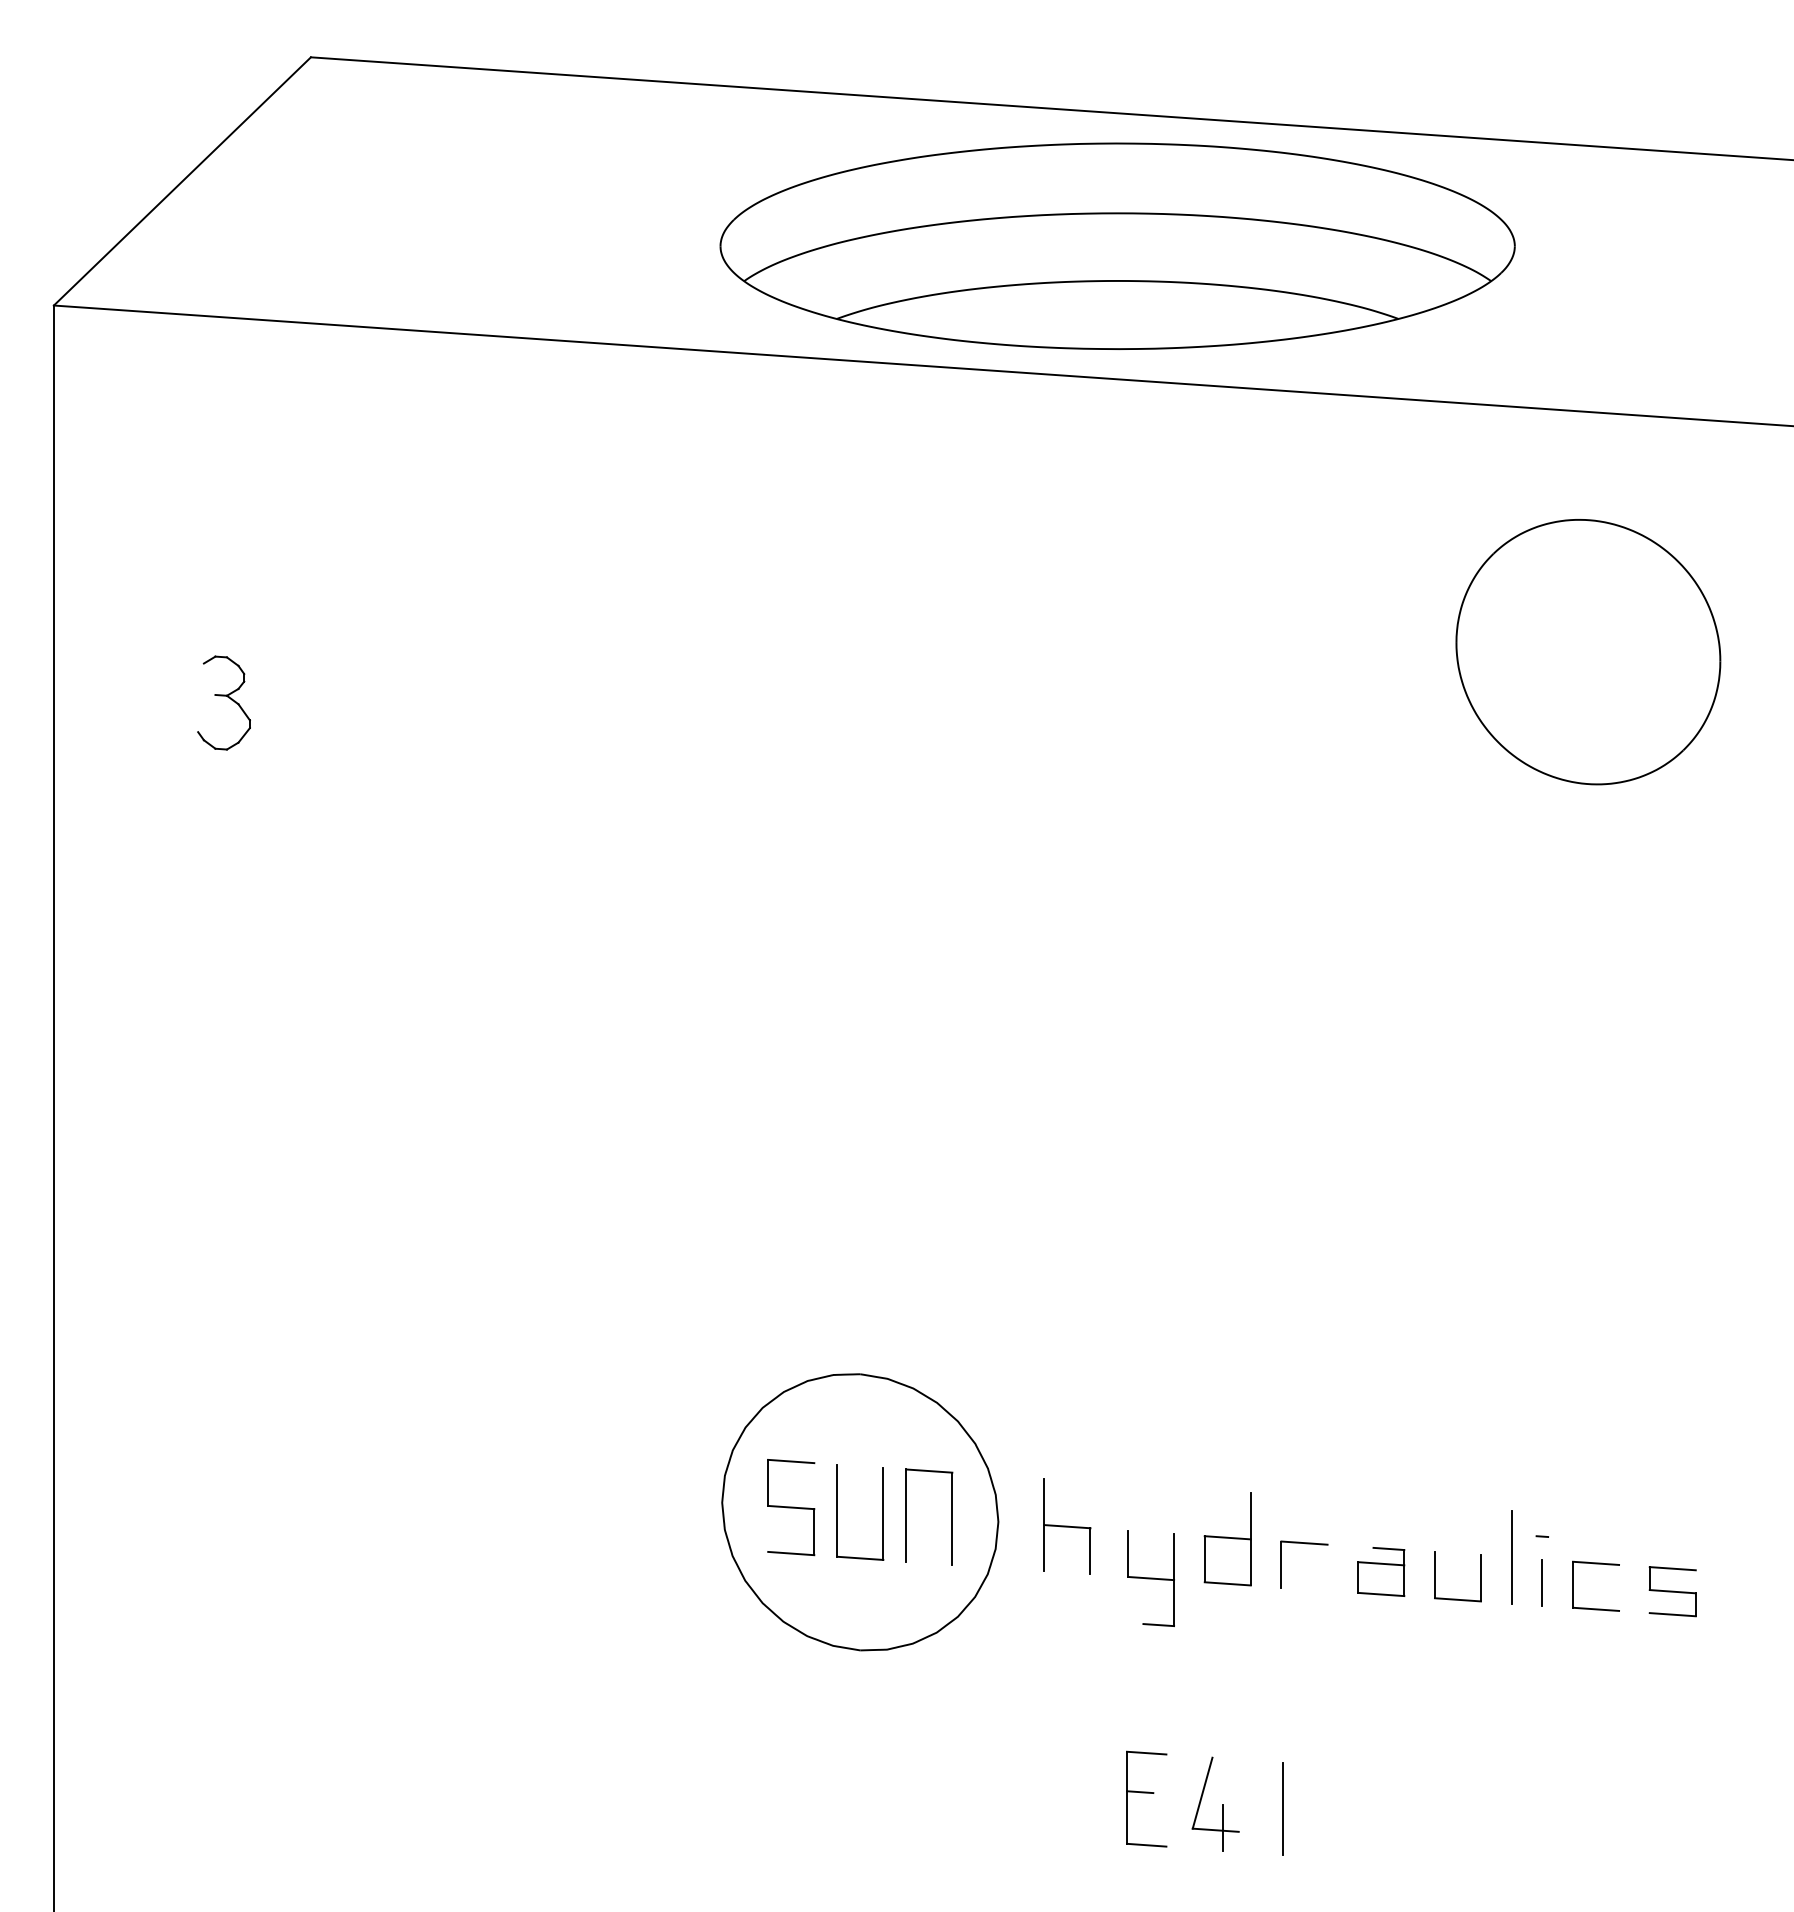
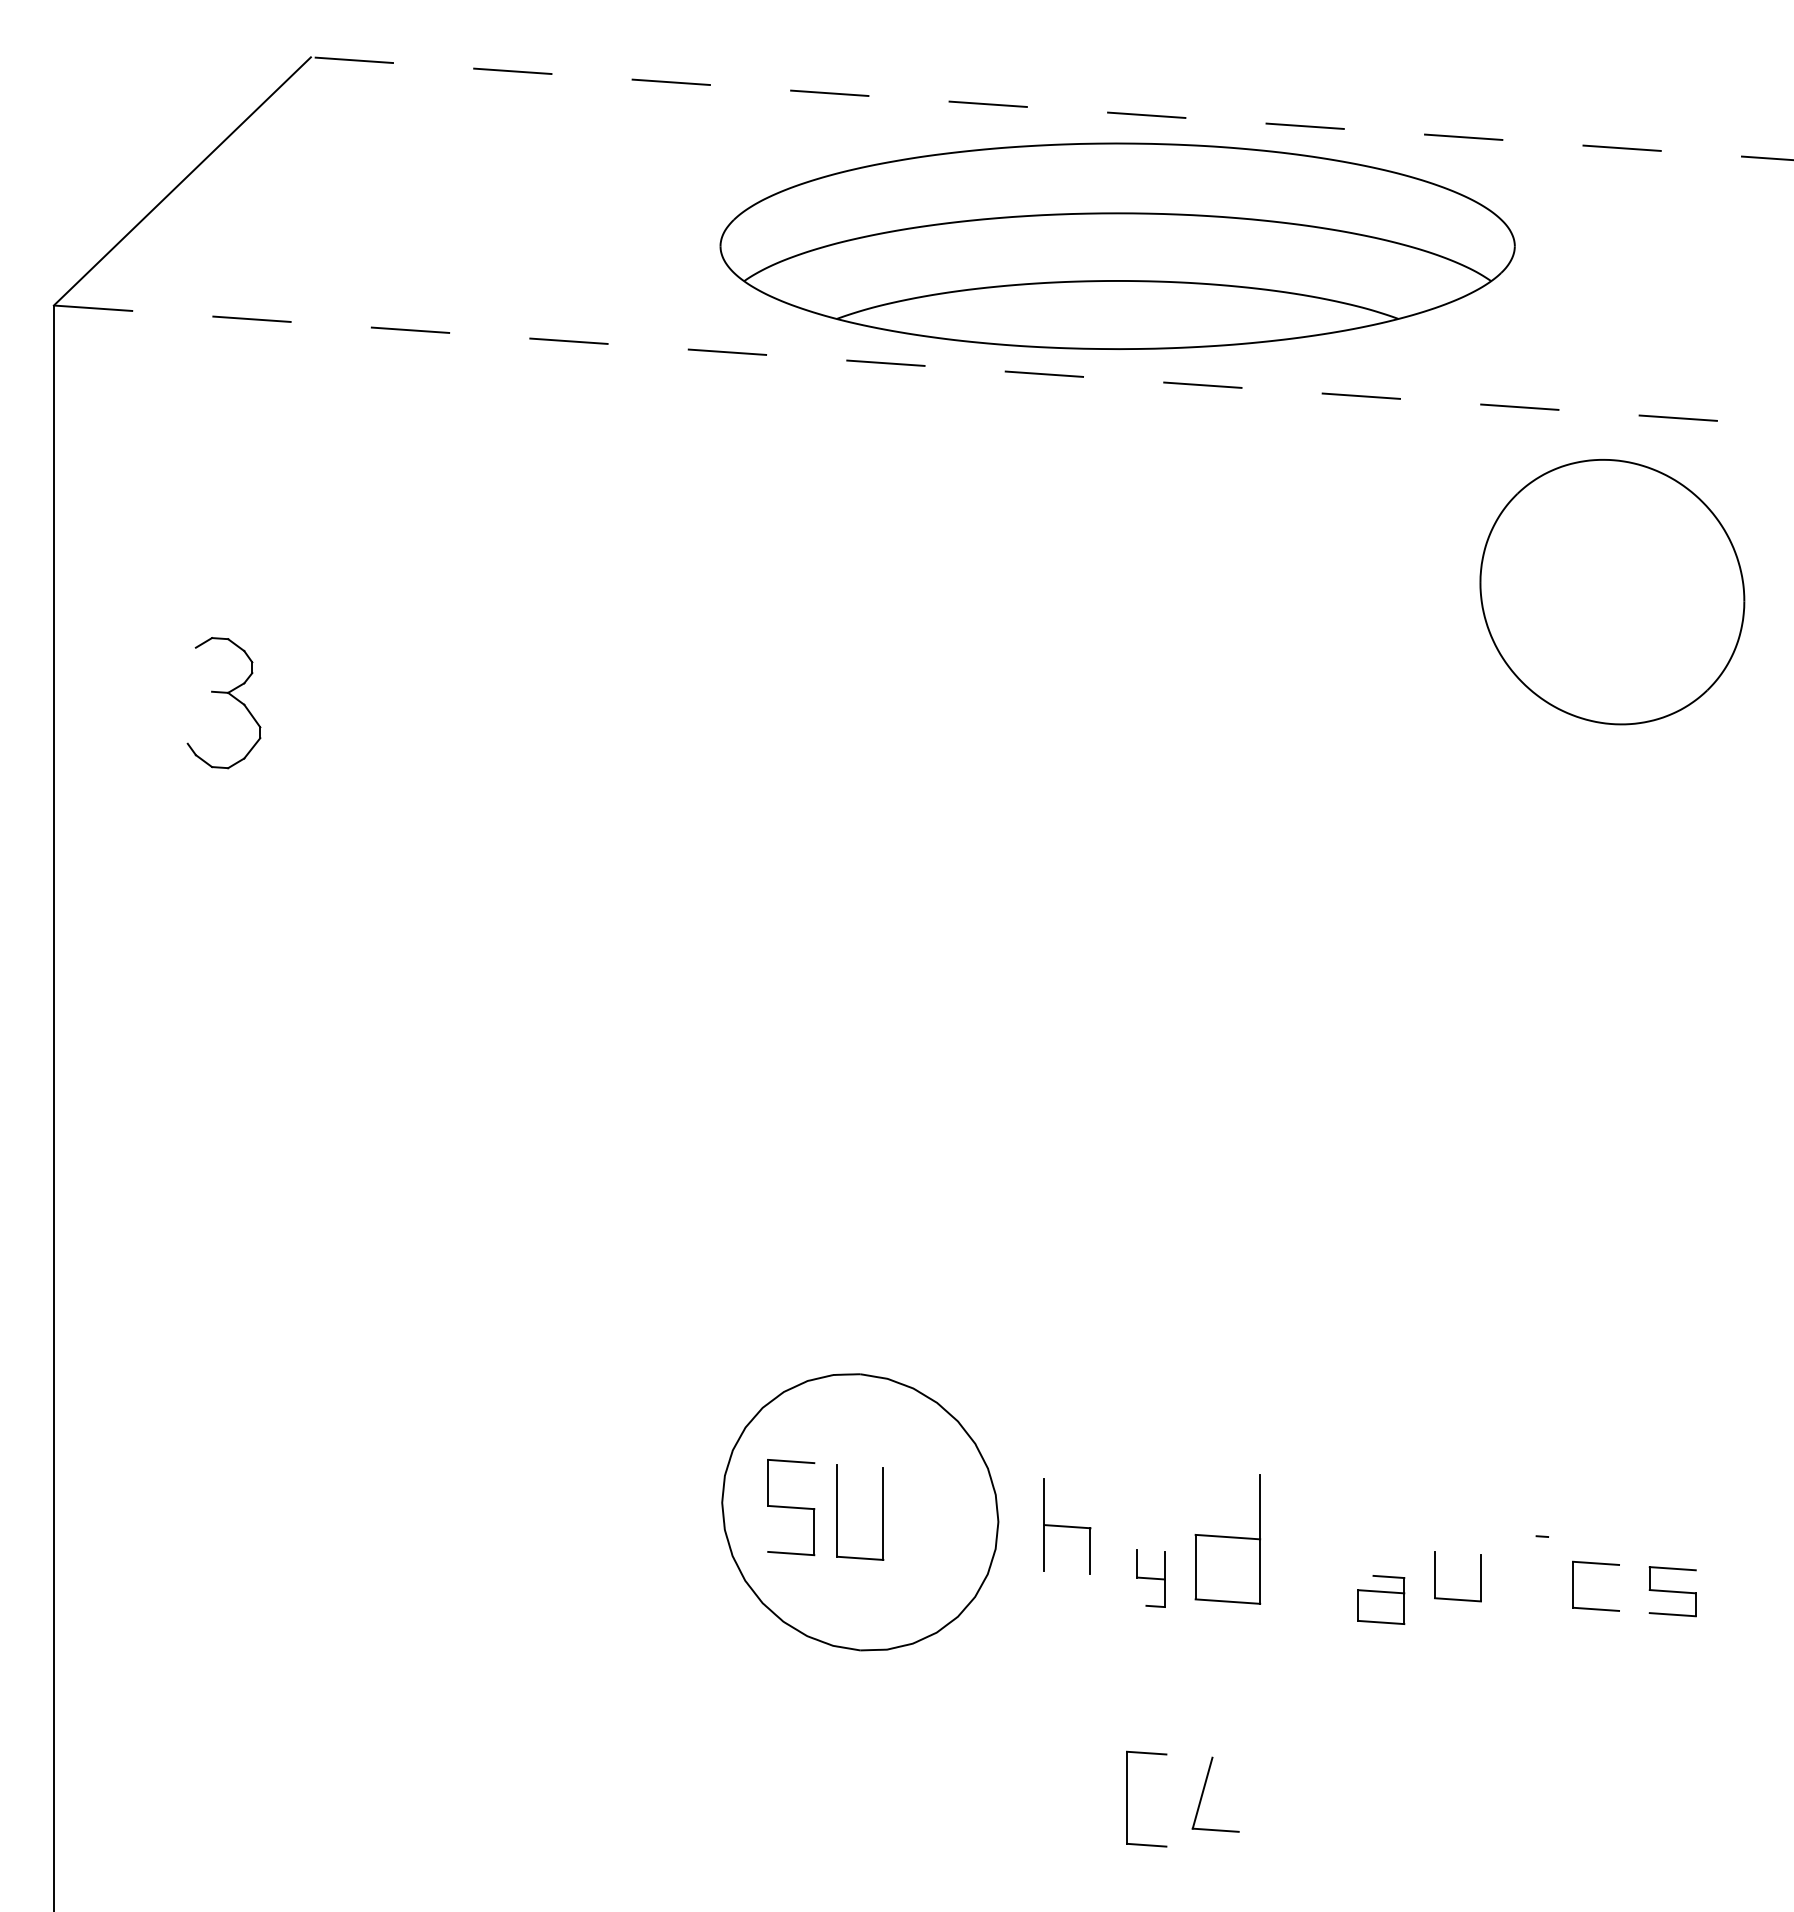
line at (1051, 108): solid -> dashed
line at (923, 365): solid -> dashed
part at (1588, 652) position: (1588, 652) -> (1612, 592)
part at (223, 702) size: 54x96 px -> 76x133 px
part at (951, 1516): present -> none
part at (1227, 1539) size: 49x95 px -> 68x131 px
part at (1305, 1544): present -> none
line at (1511, 1557): present -> none
part at (1381, 1571) position: (1381, 1571) -> (1381, 1599)
part at (1150, 1578) size: 48x97 px -> 30x59 px
line at (1542, 1582): present -> none
line at (1140, 1792): present -> none
line at (1282, 1808): present -> none
line at (1223, 1827): present -> none
